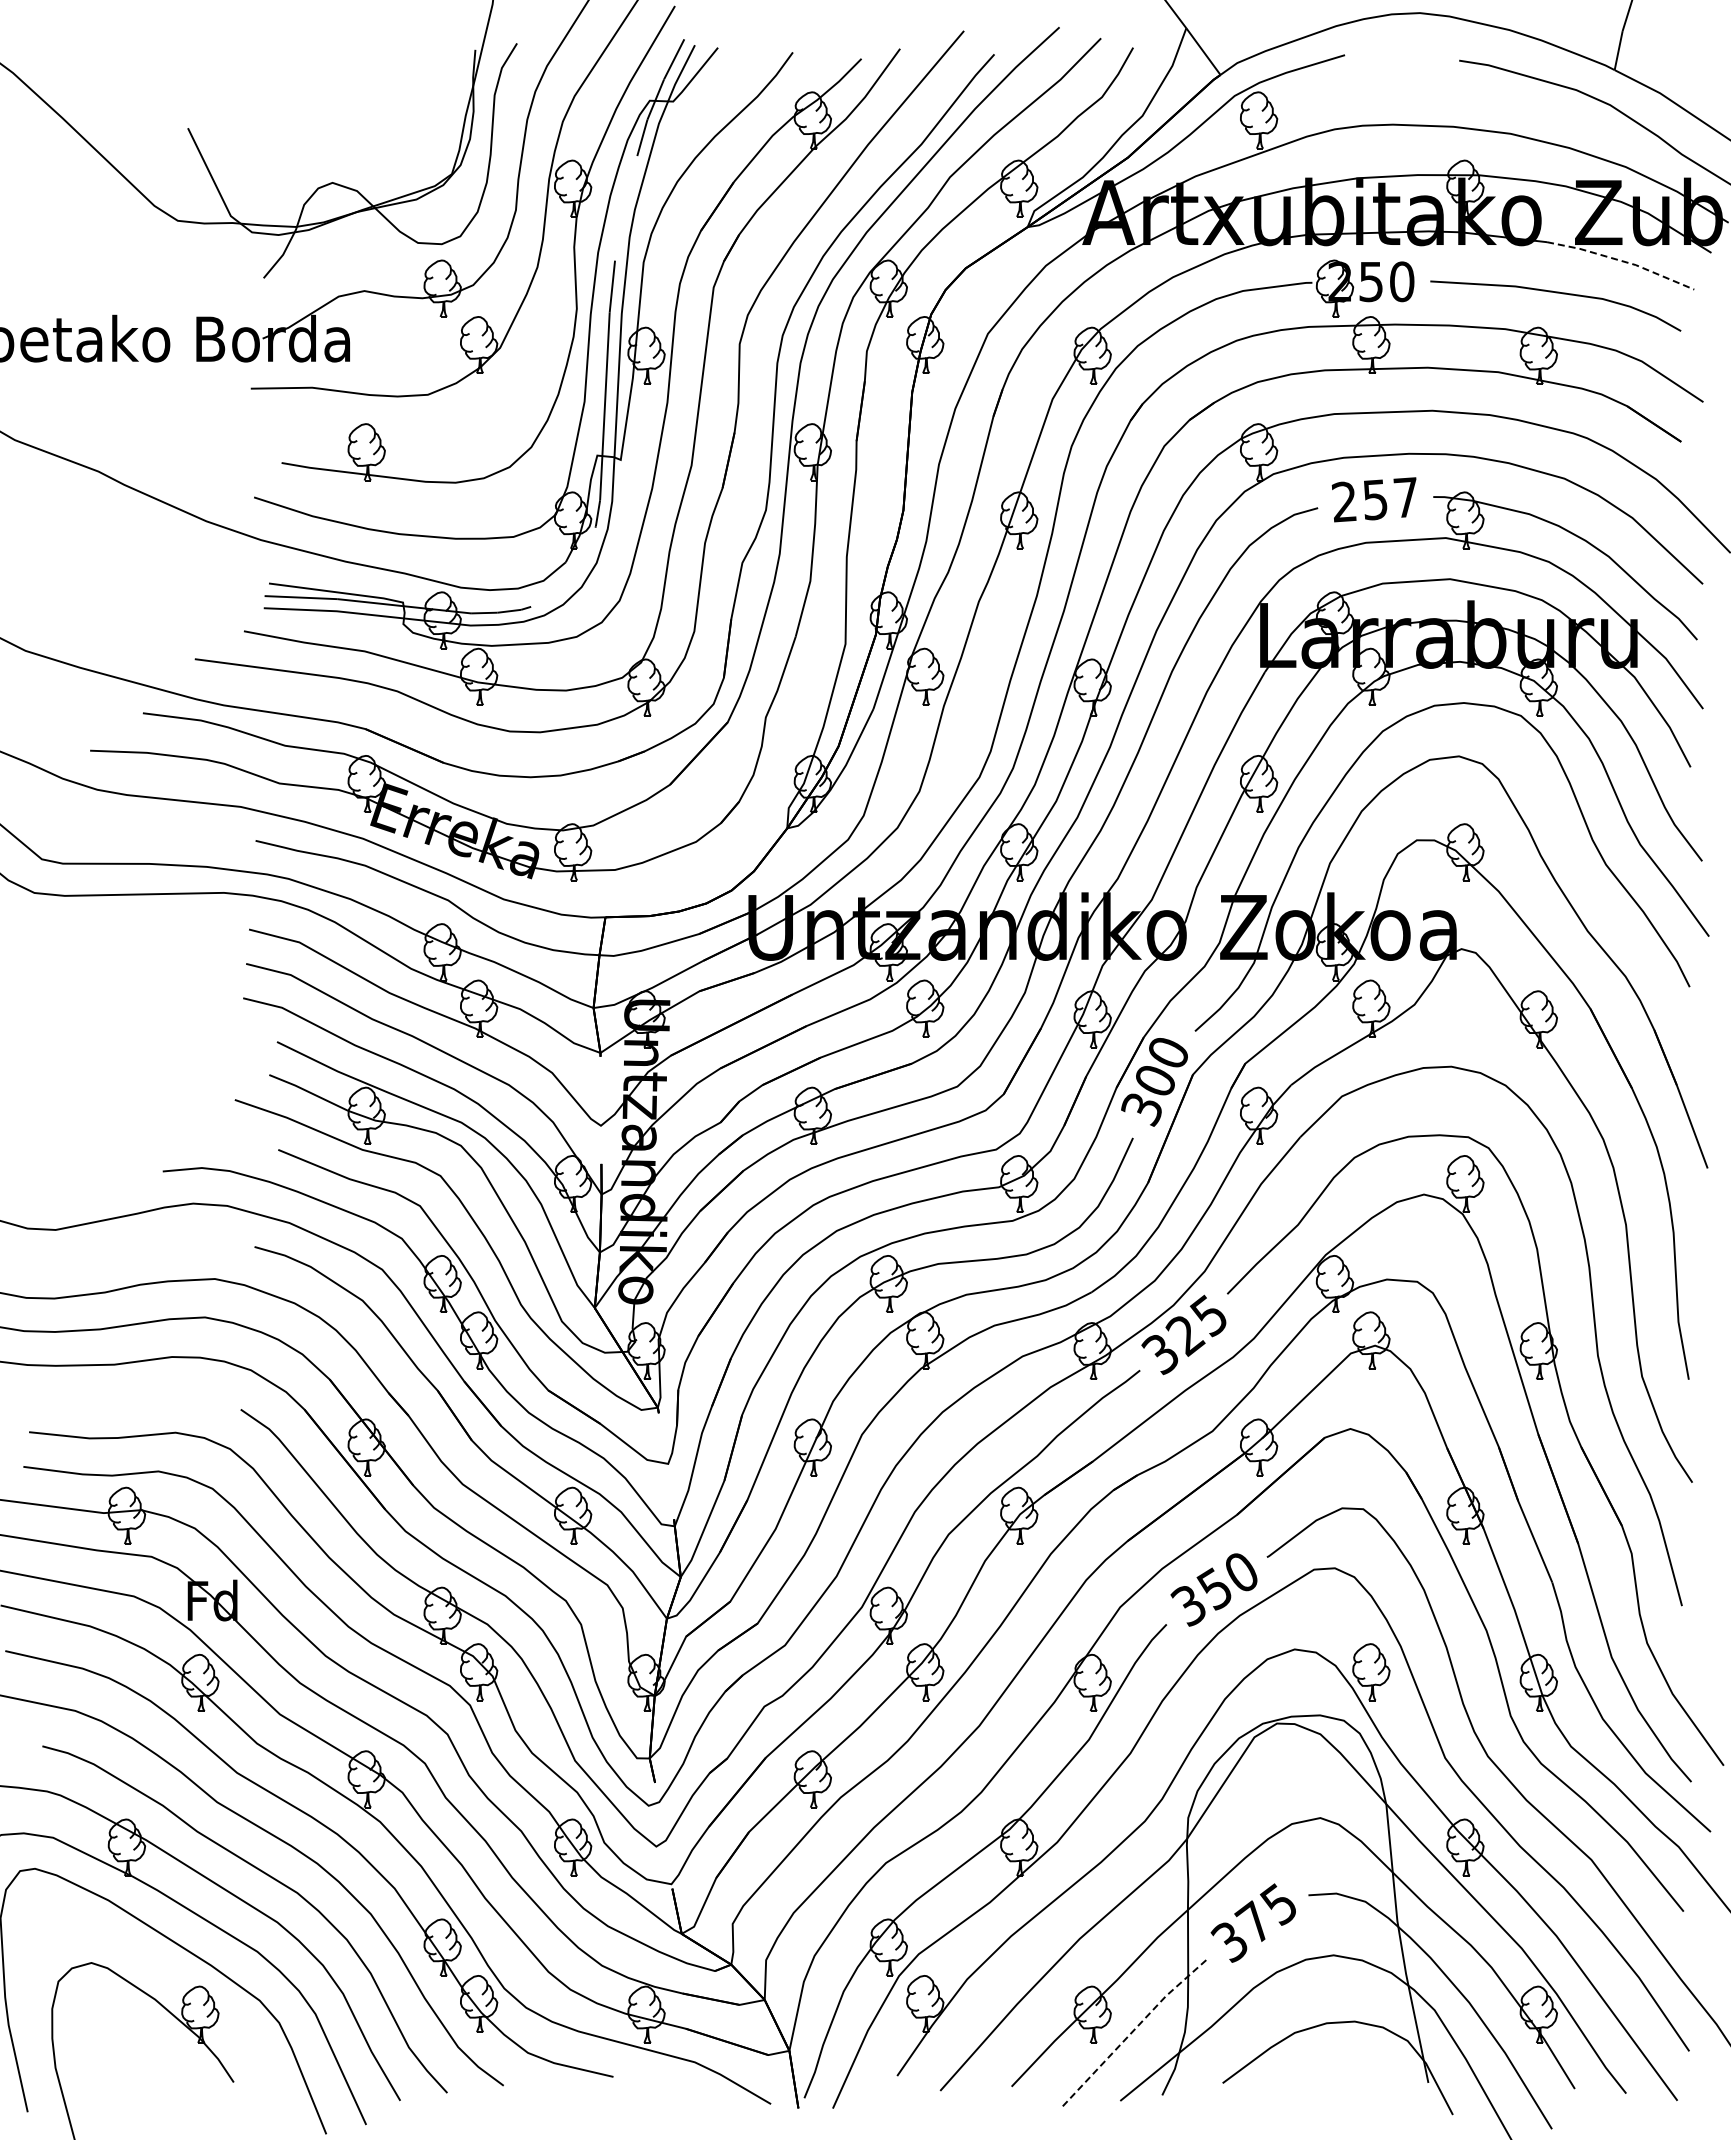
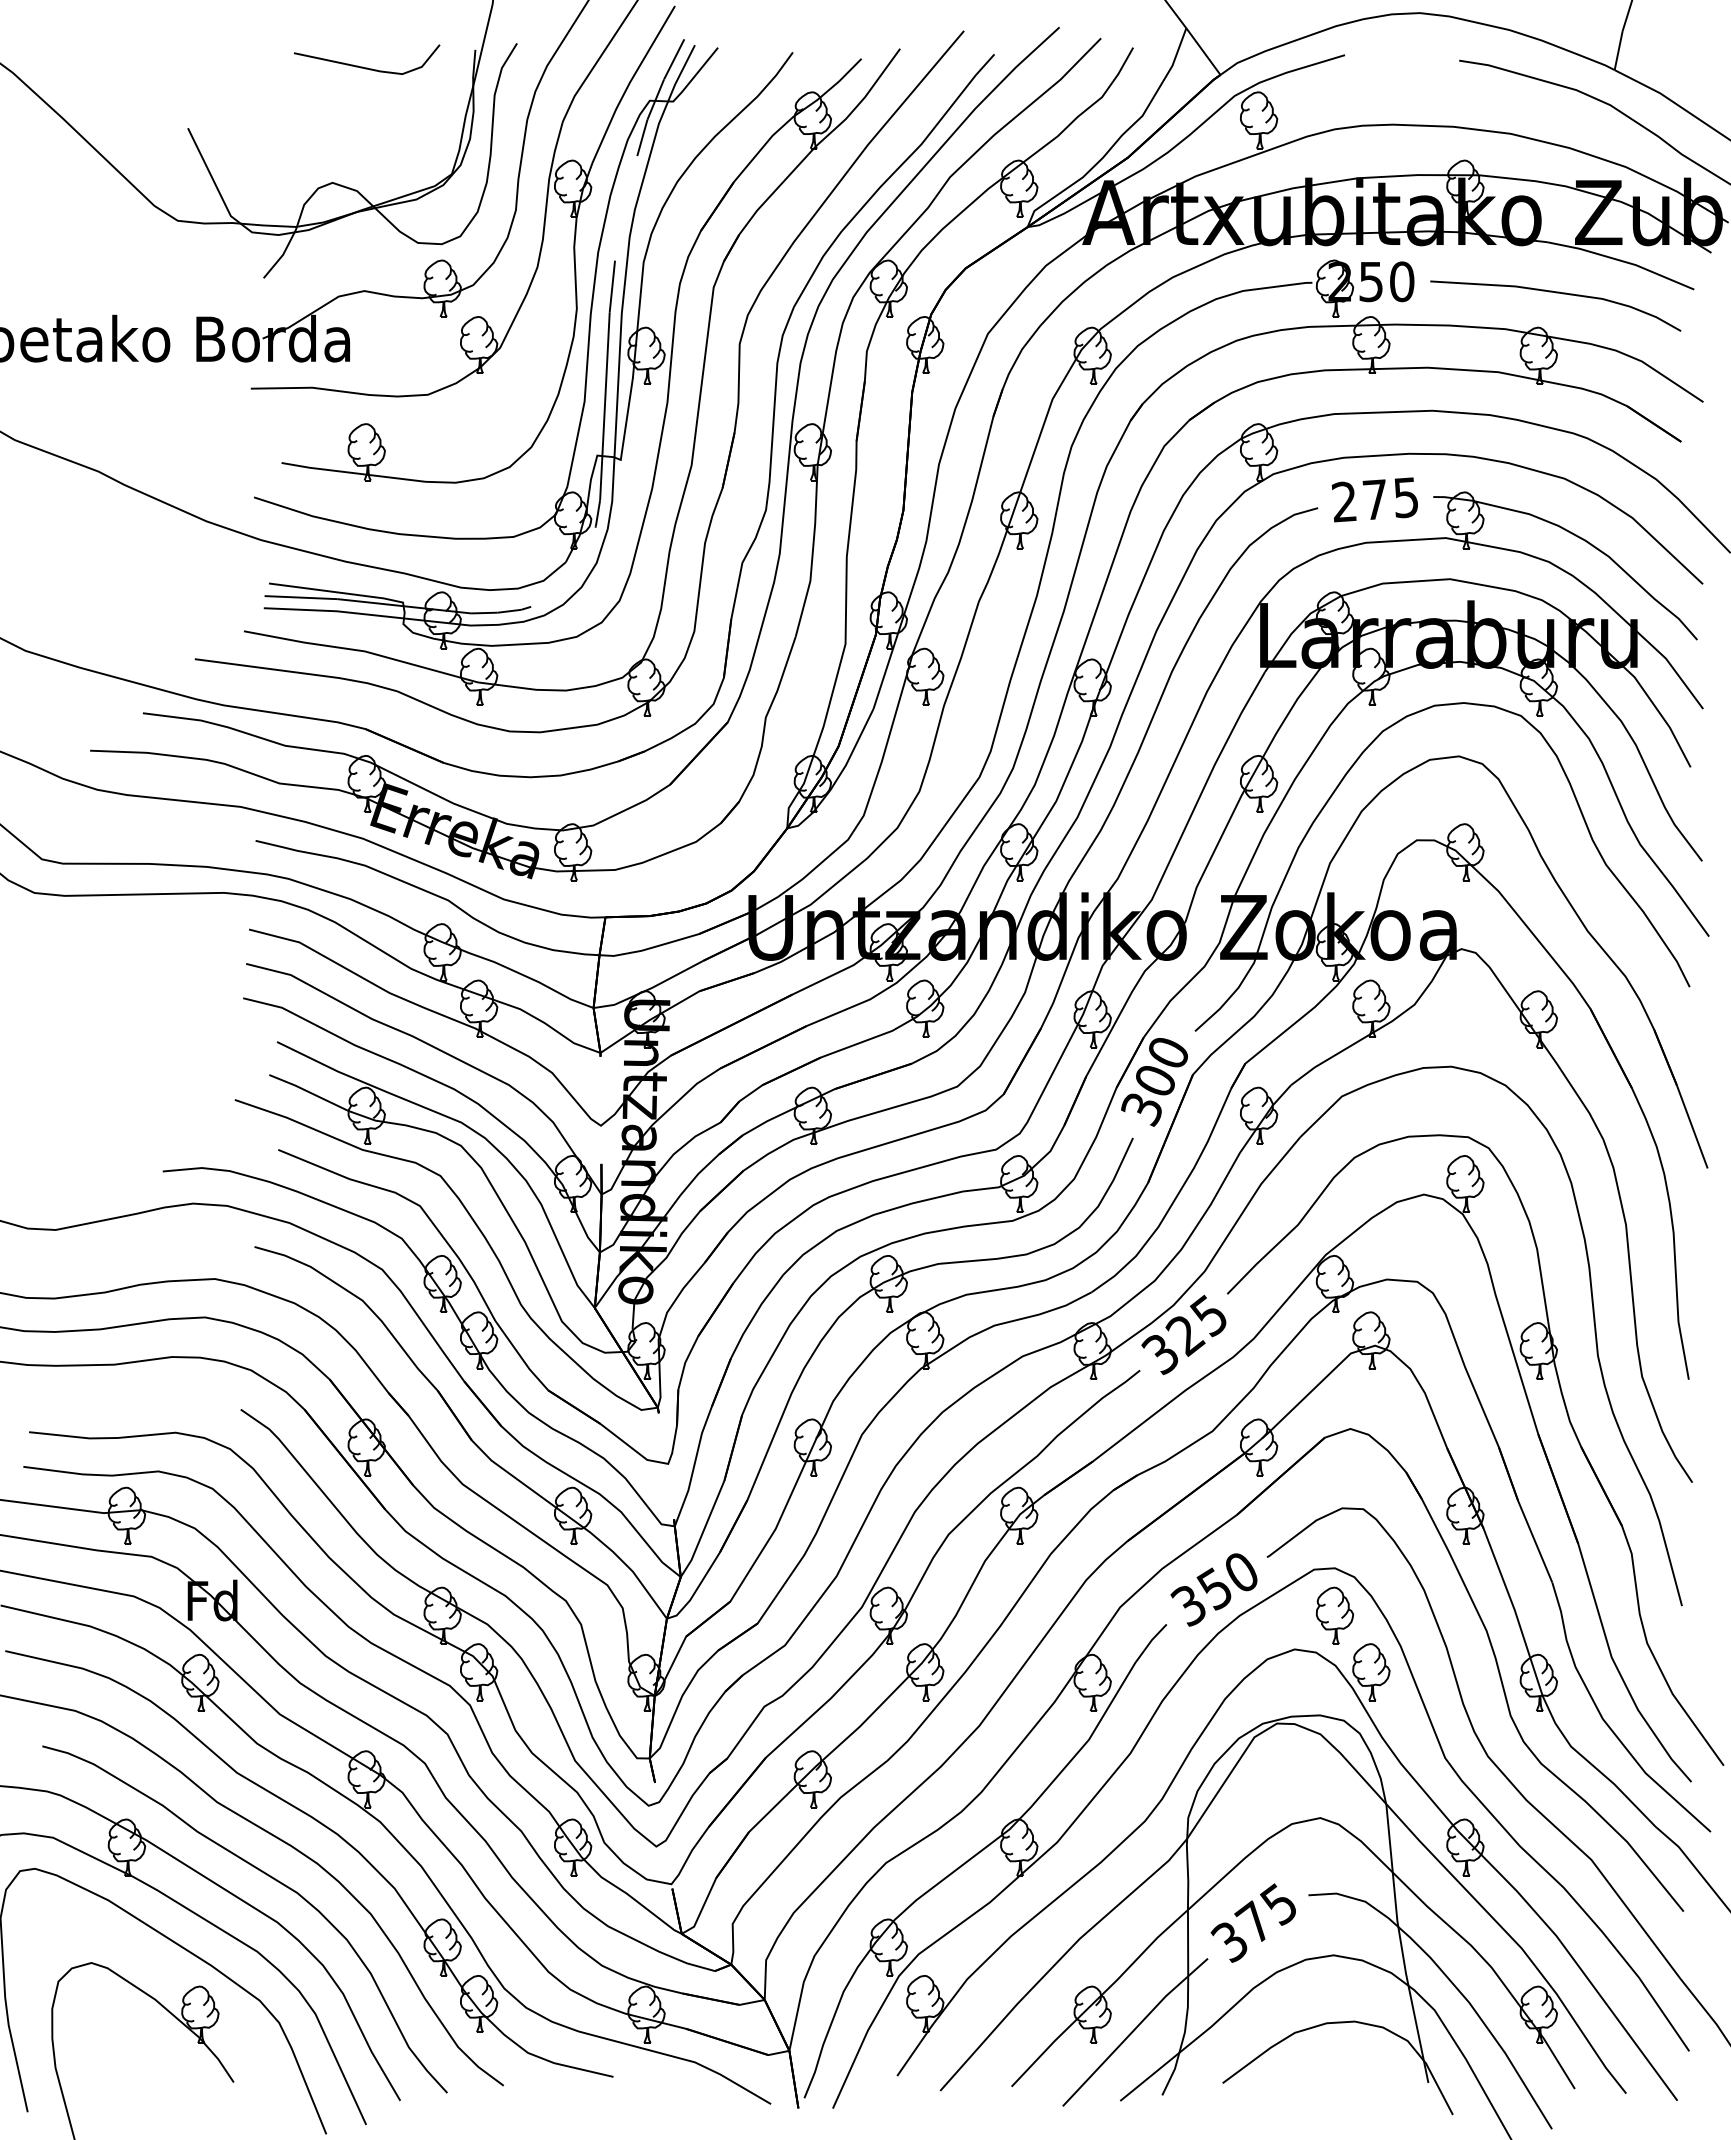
line at (367, 67): none -> present
line at (1622, 261): dashed -> solid
text at (1389, 498): 257 -> 275
part at (1334, 1615): none -> present
line at (1134, 2029): dashed -> solid
